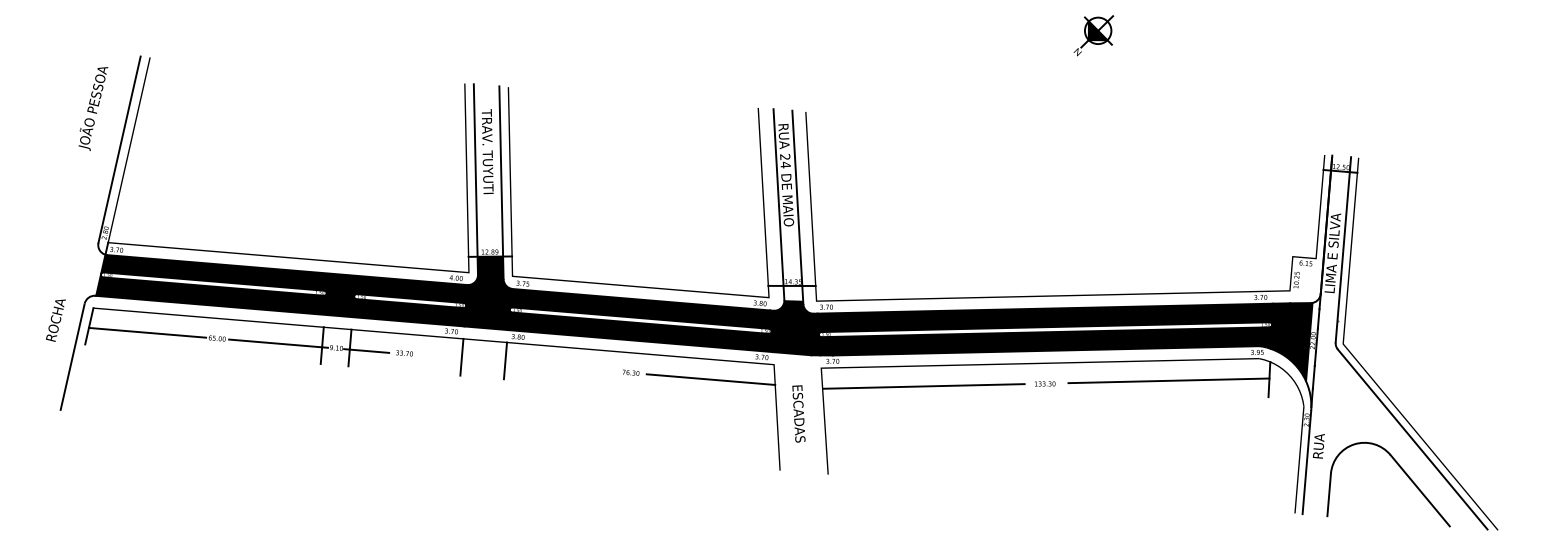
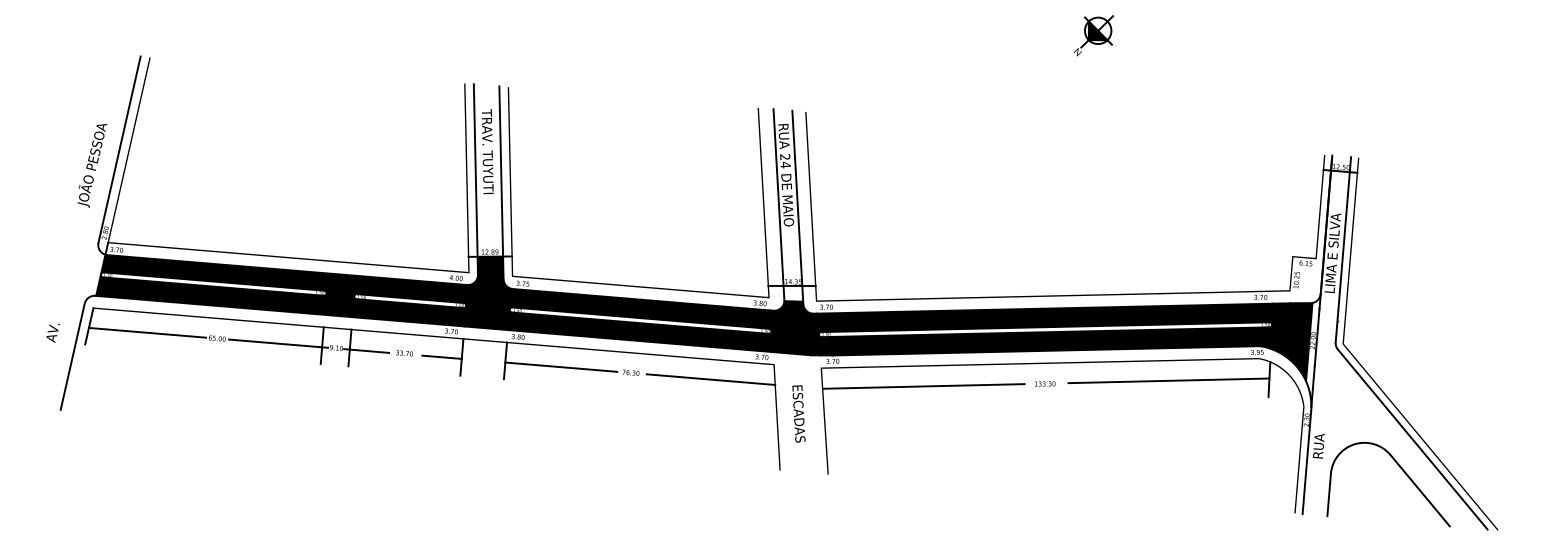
text at (93, 108) position: (93, 108) -> (92, 165)
text at (55, 320): ROCHA -> AV.
line at (441, 356): none -> present
line at (561, 366): none -> present
